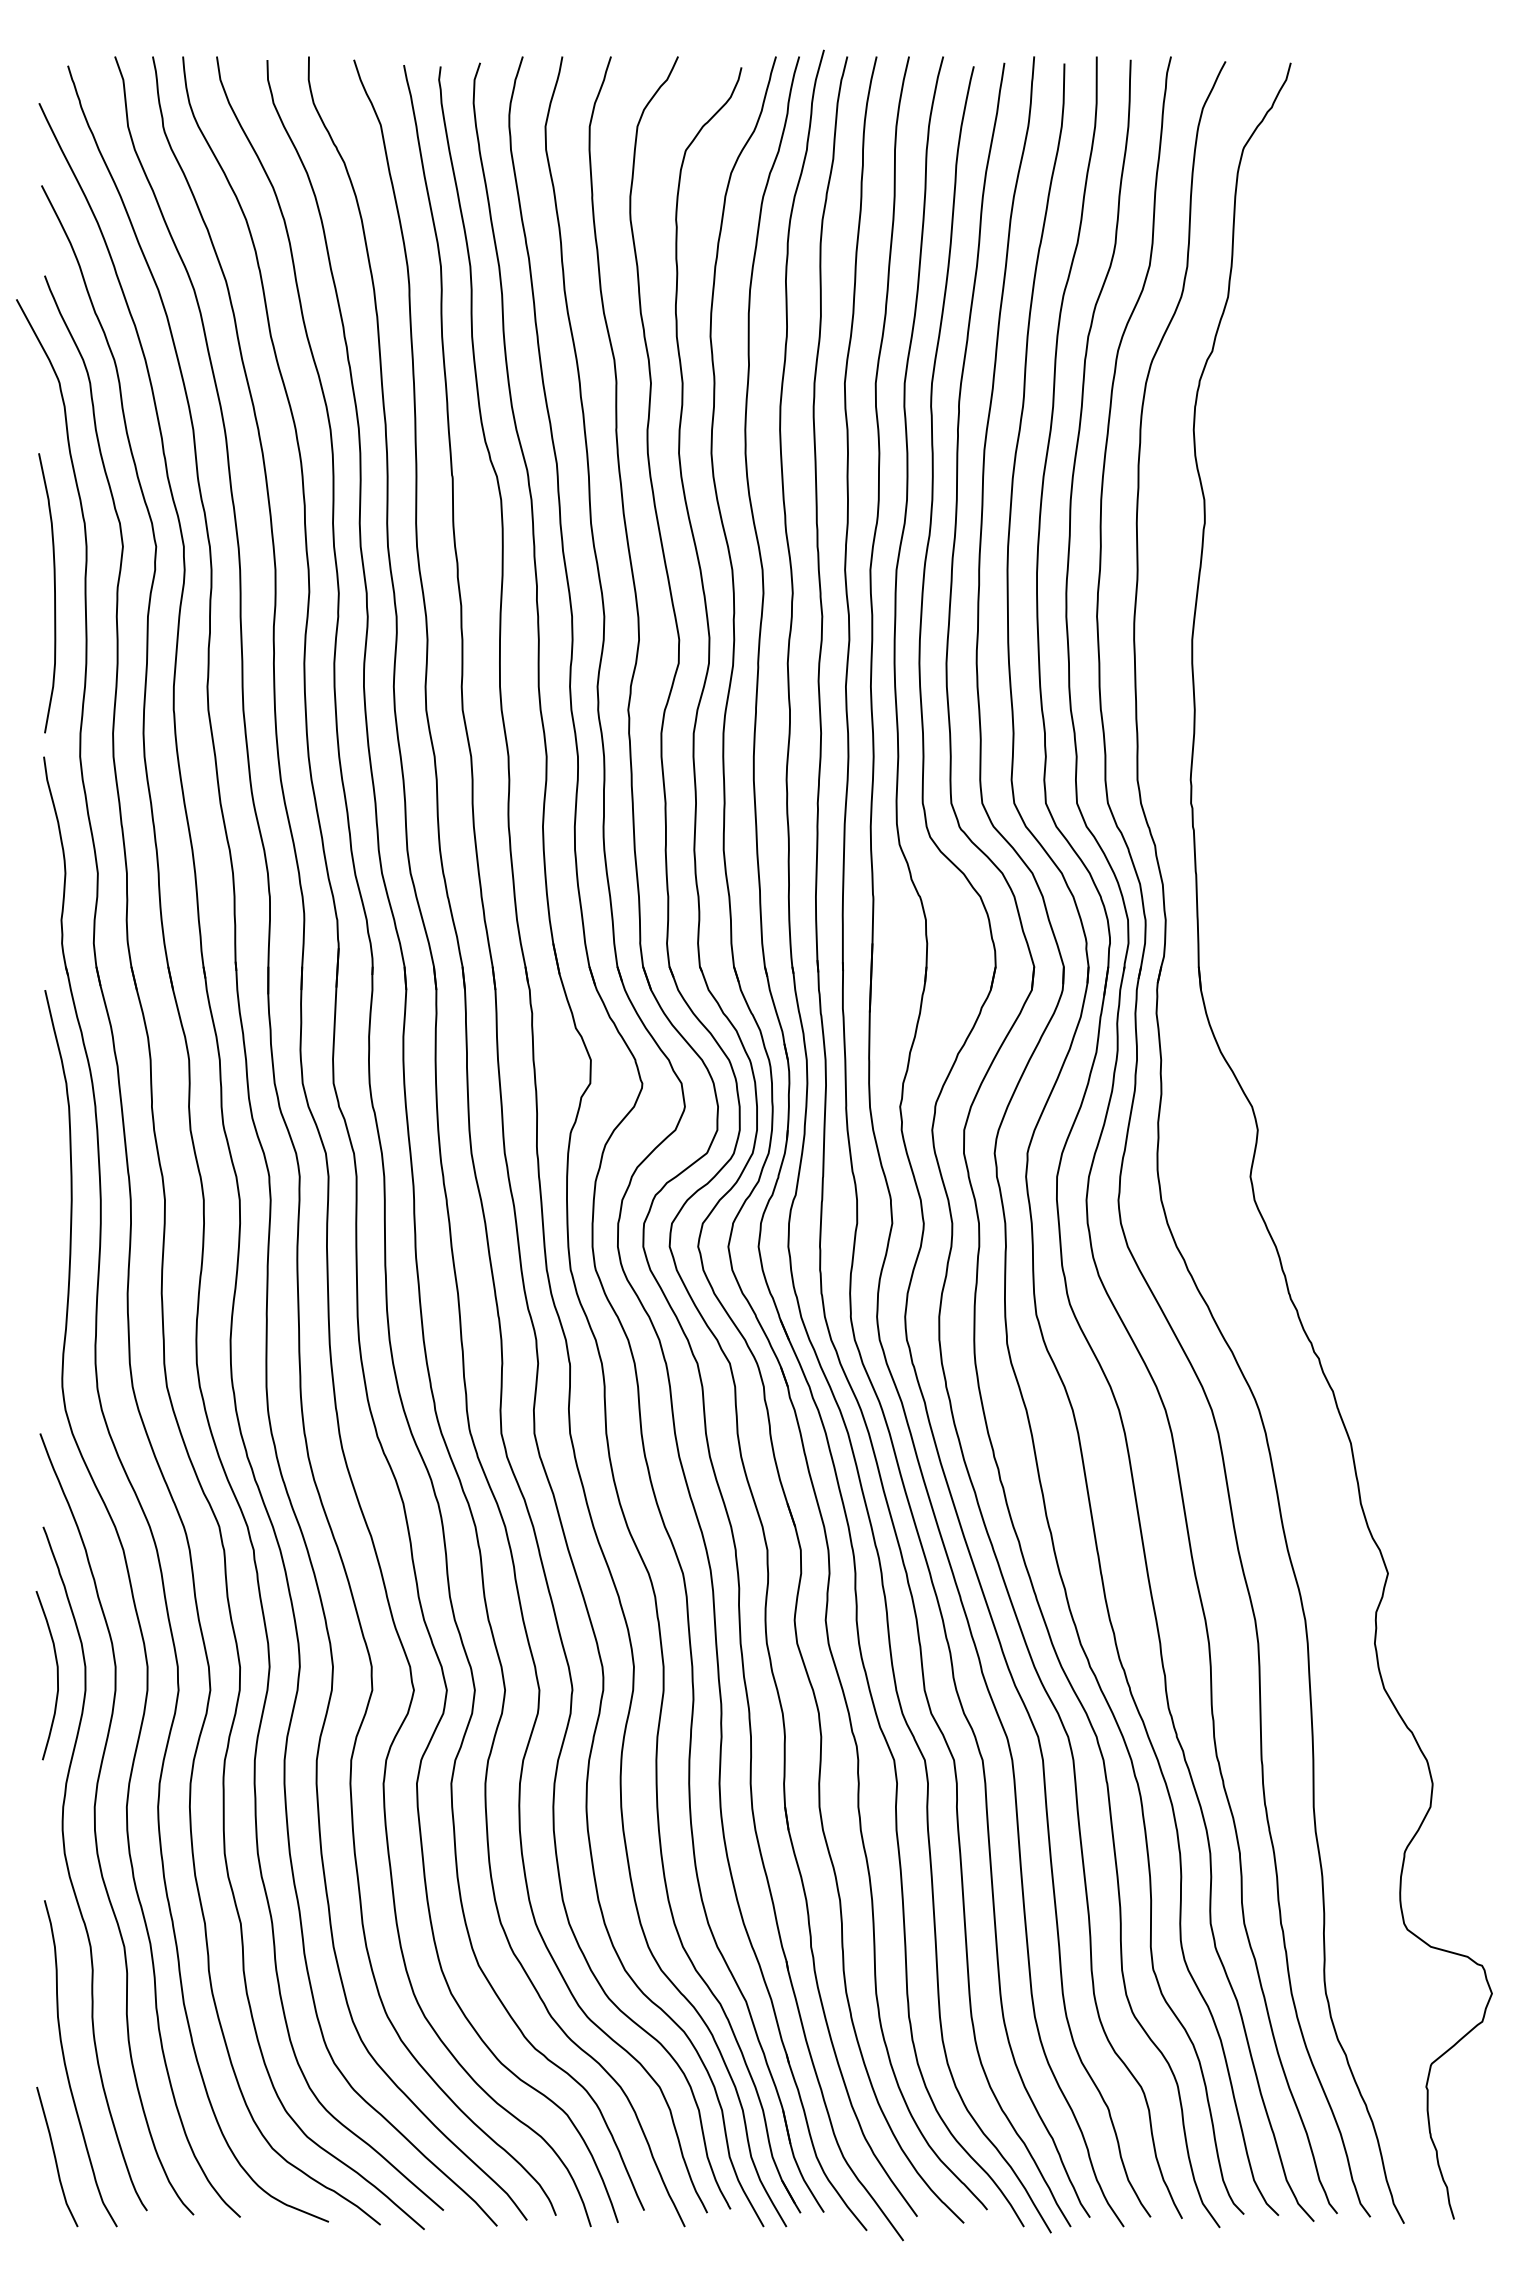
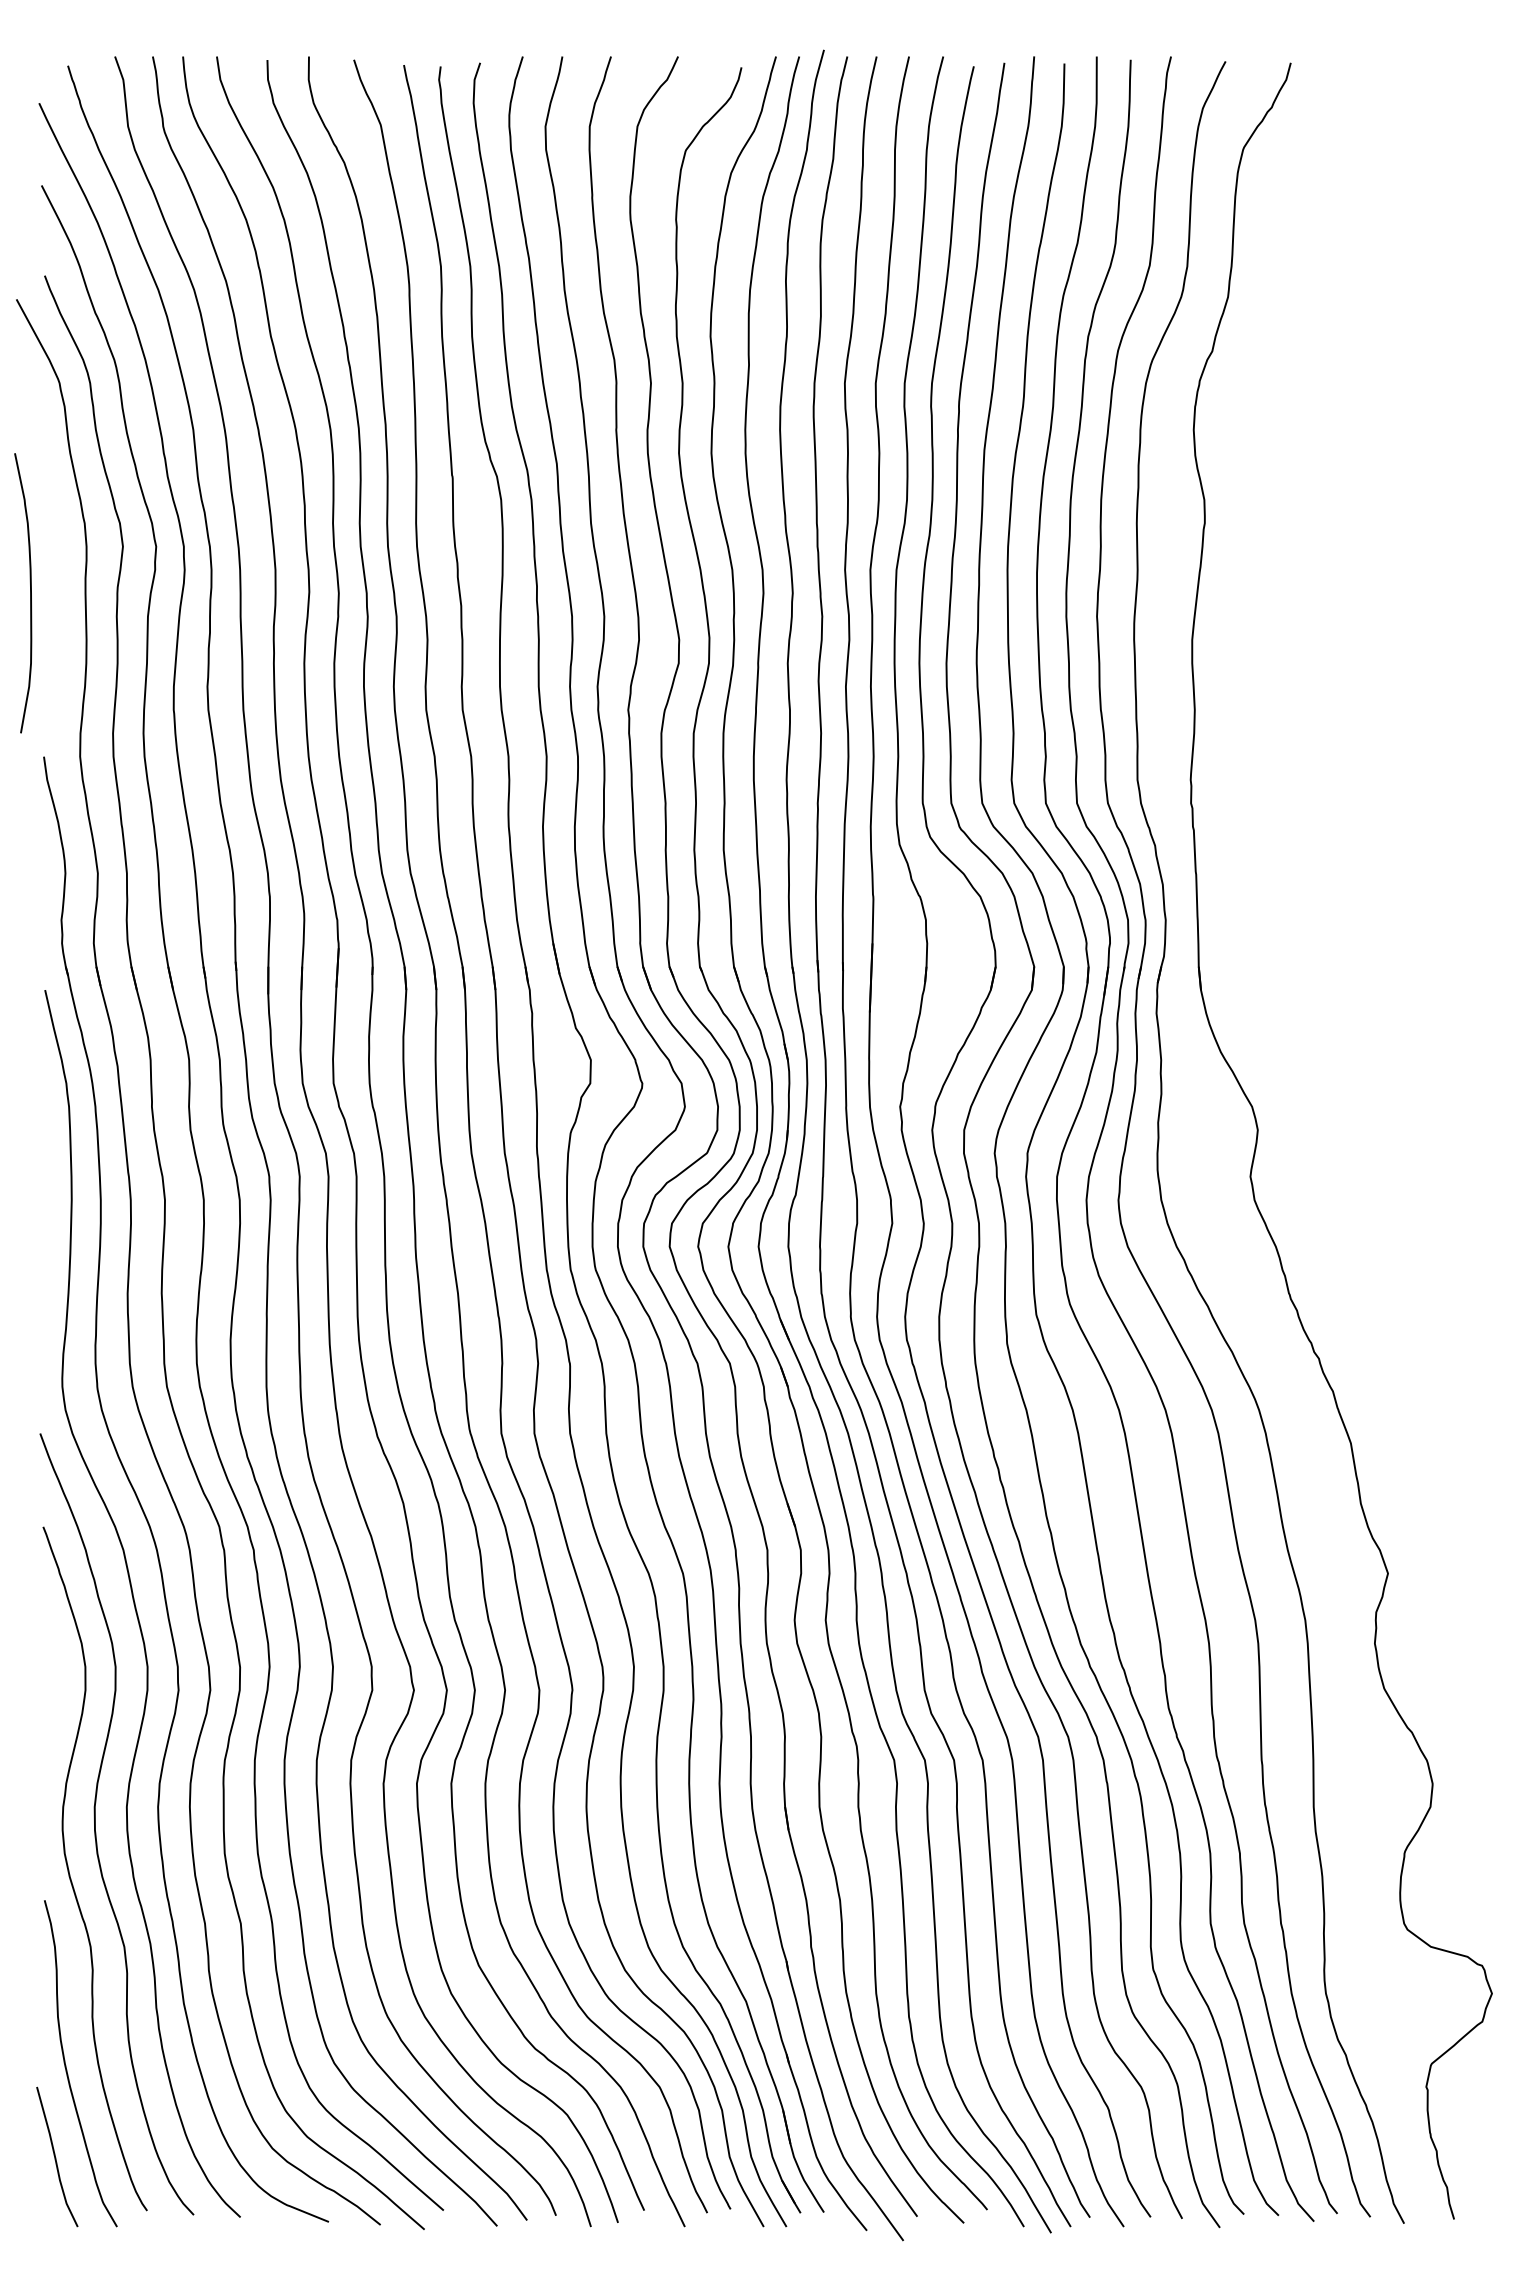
curve at (54, 593) position: (54, 593) -> (30, 593)
curve at (56, 1671): present -> none
